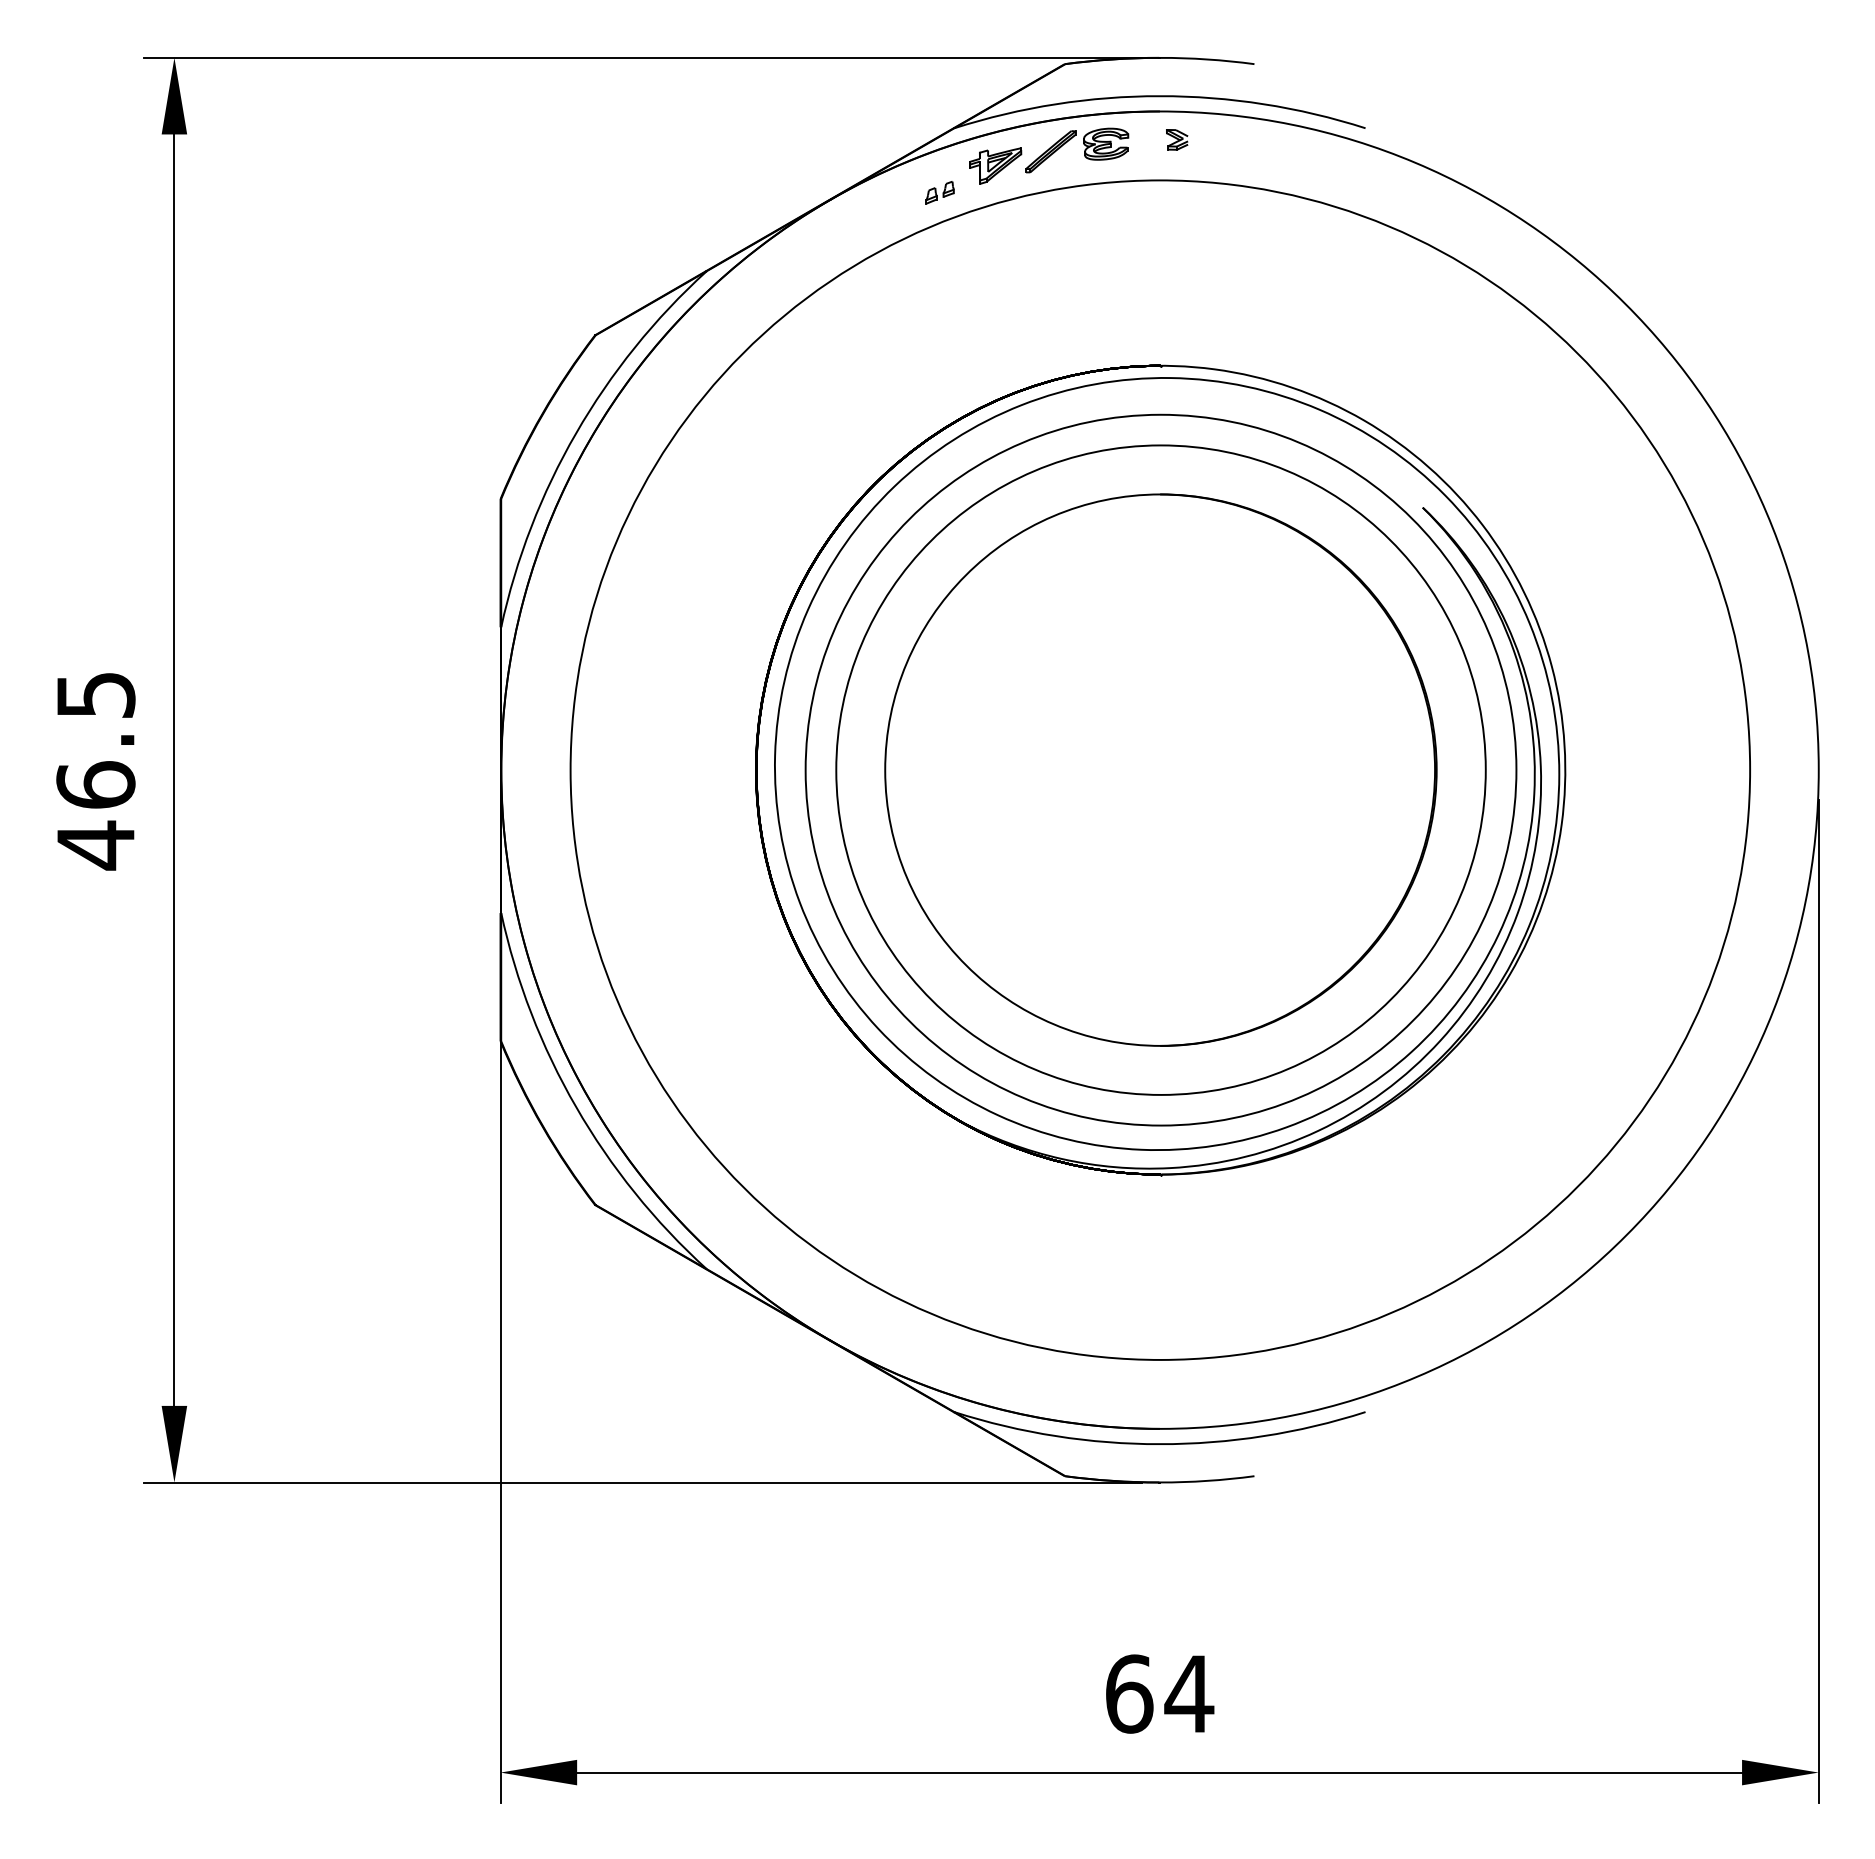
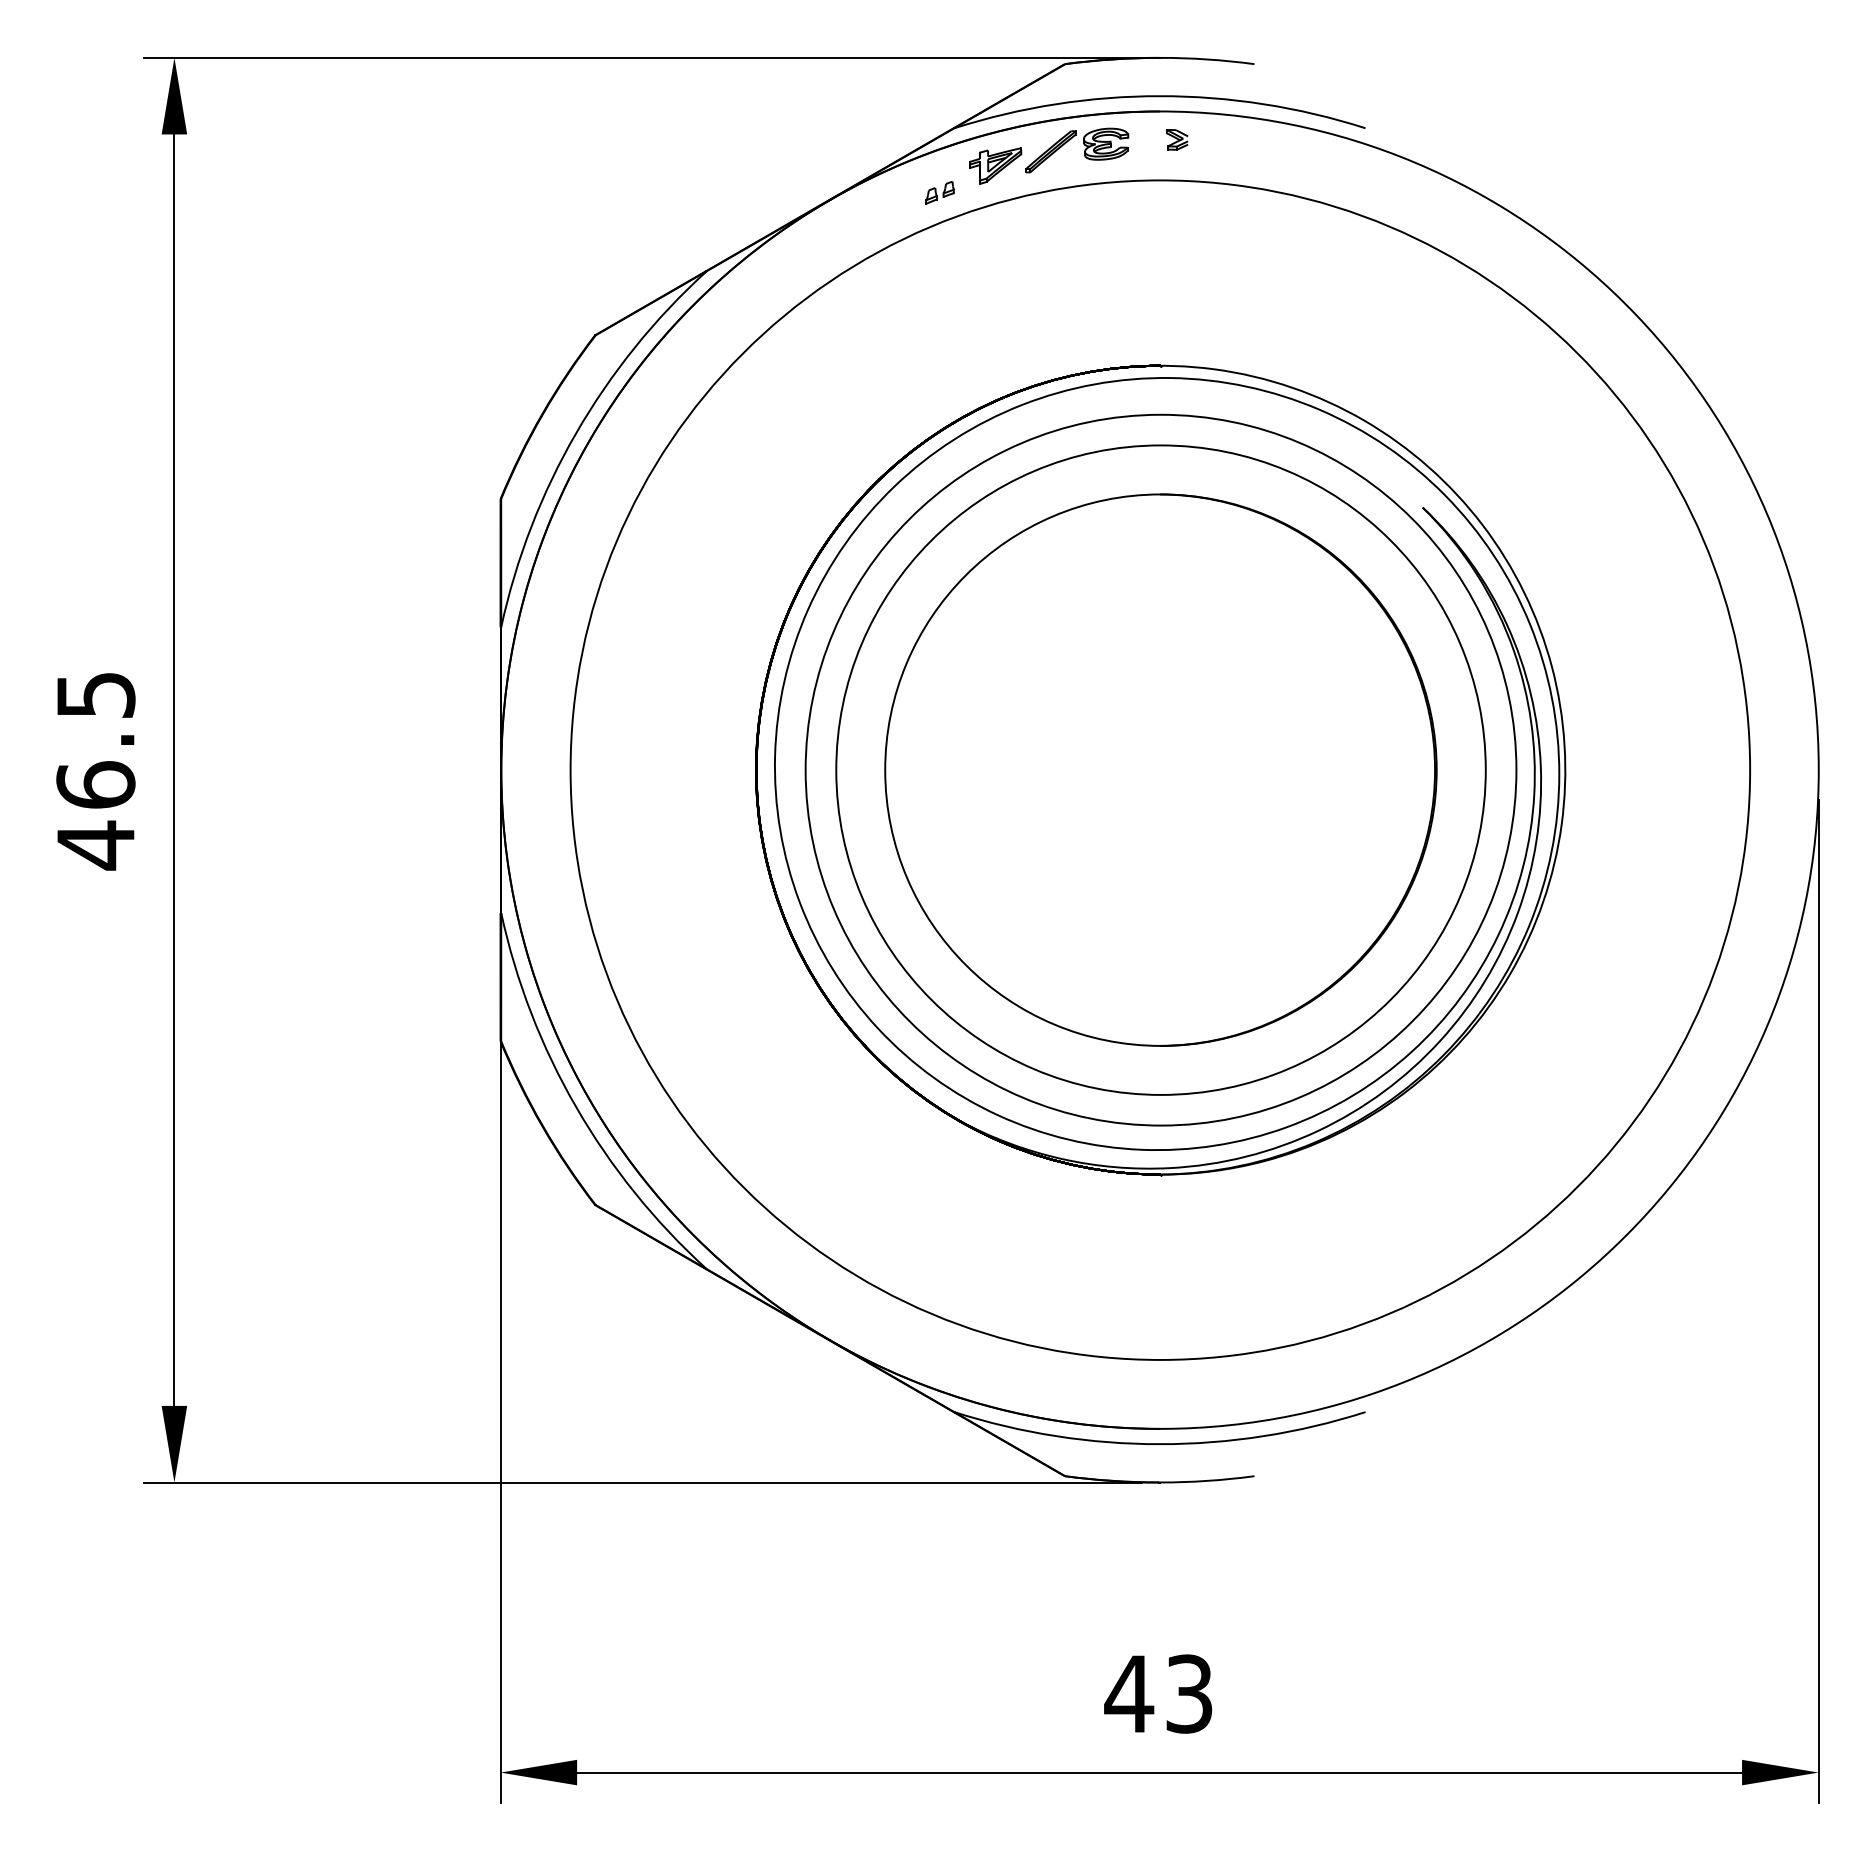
text at (1159, 1693): 64 -> 43
